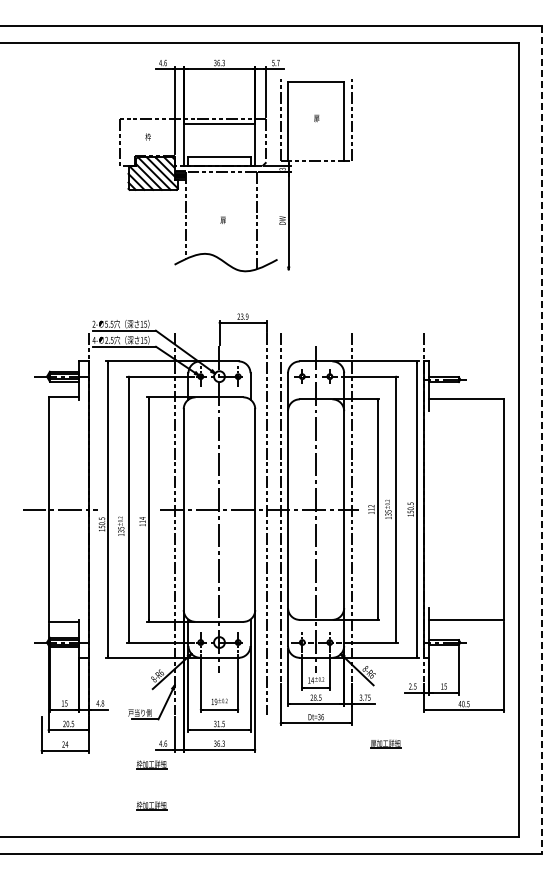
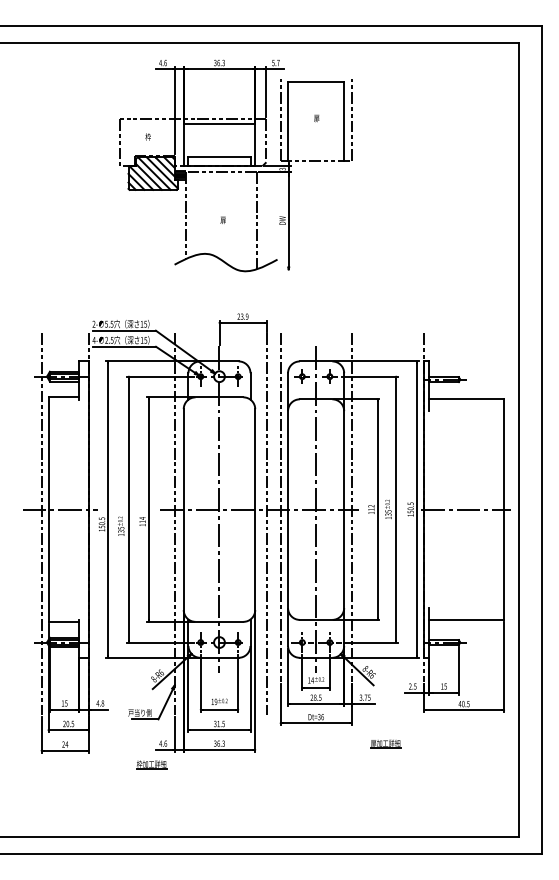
line at (542, 440): dashed -> solid
line at (465, 509): none -> present
line at (41, 523): none -> present
part at (151, 805): present -> none
